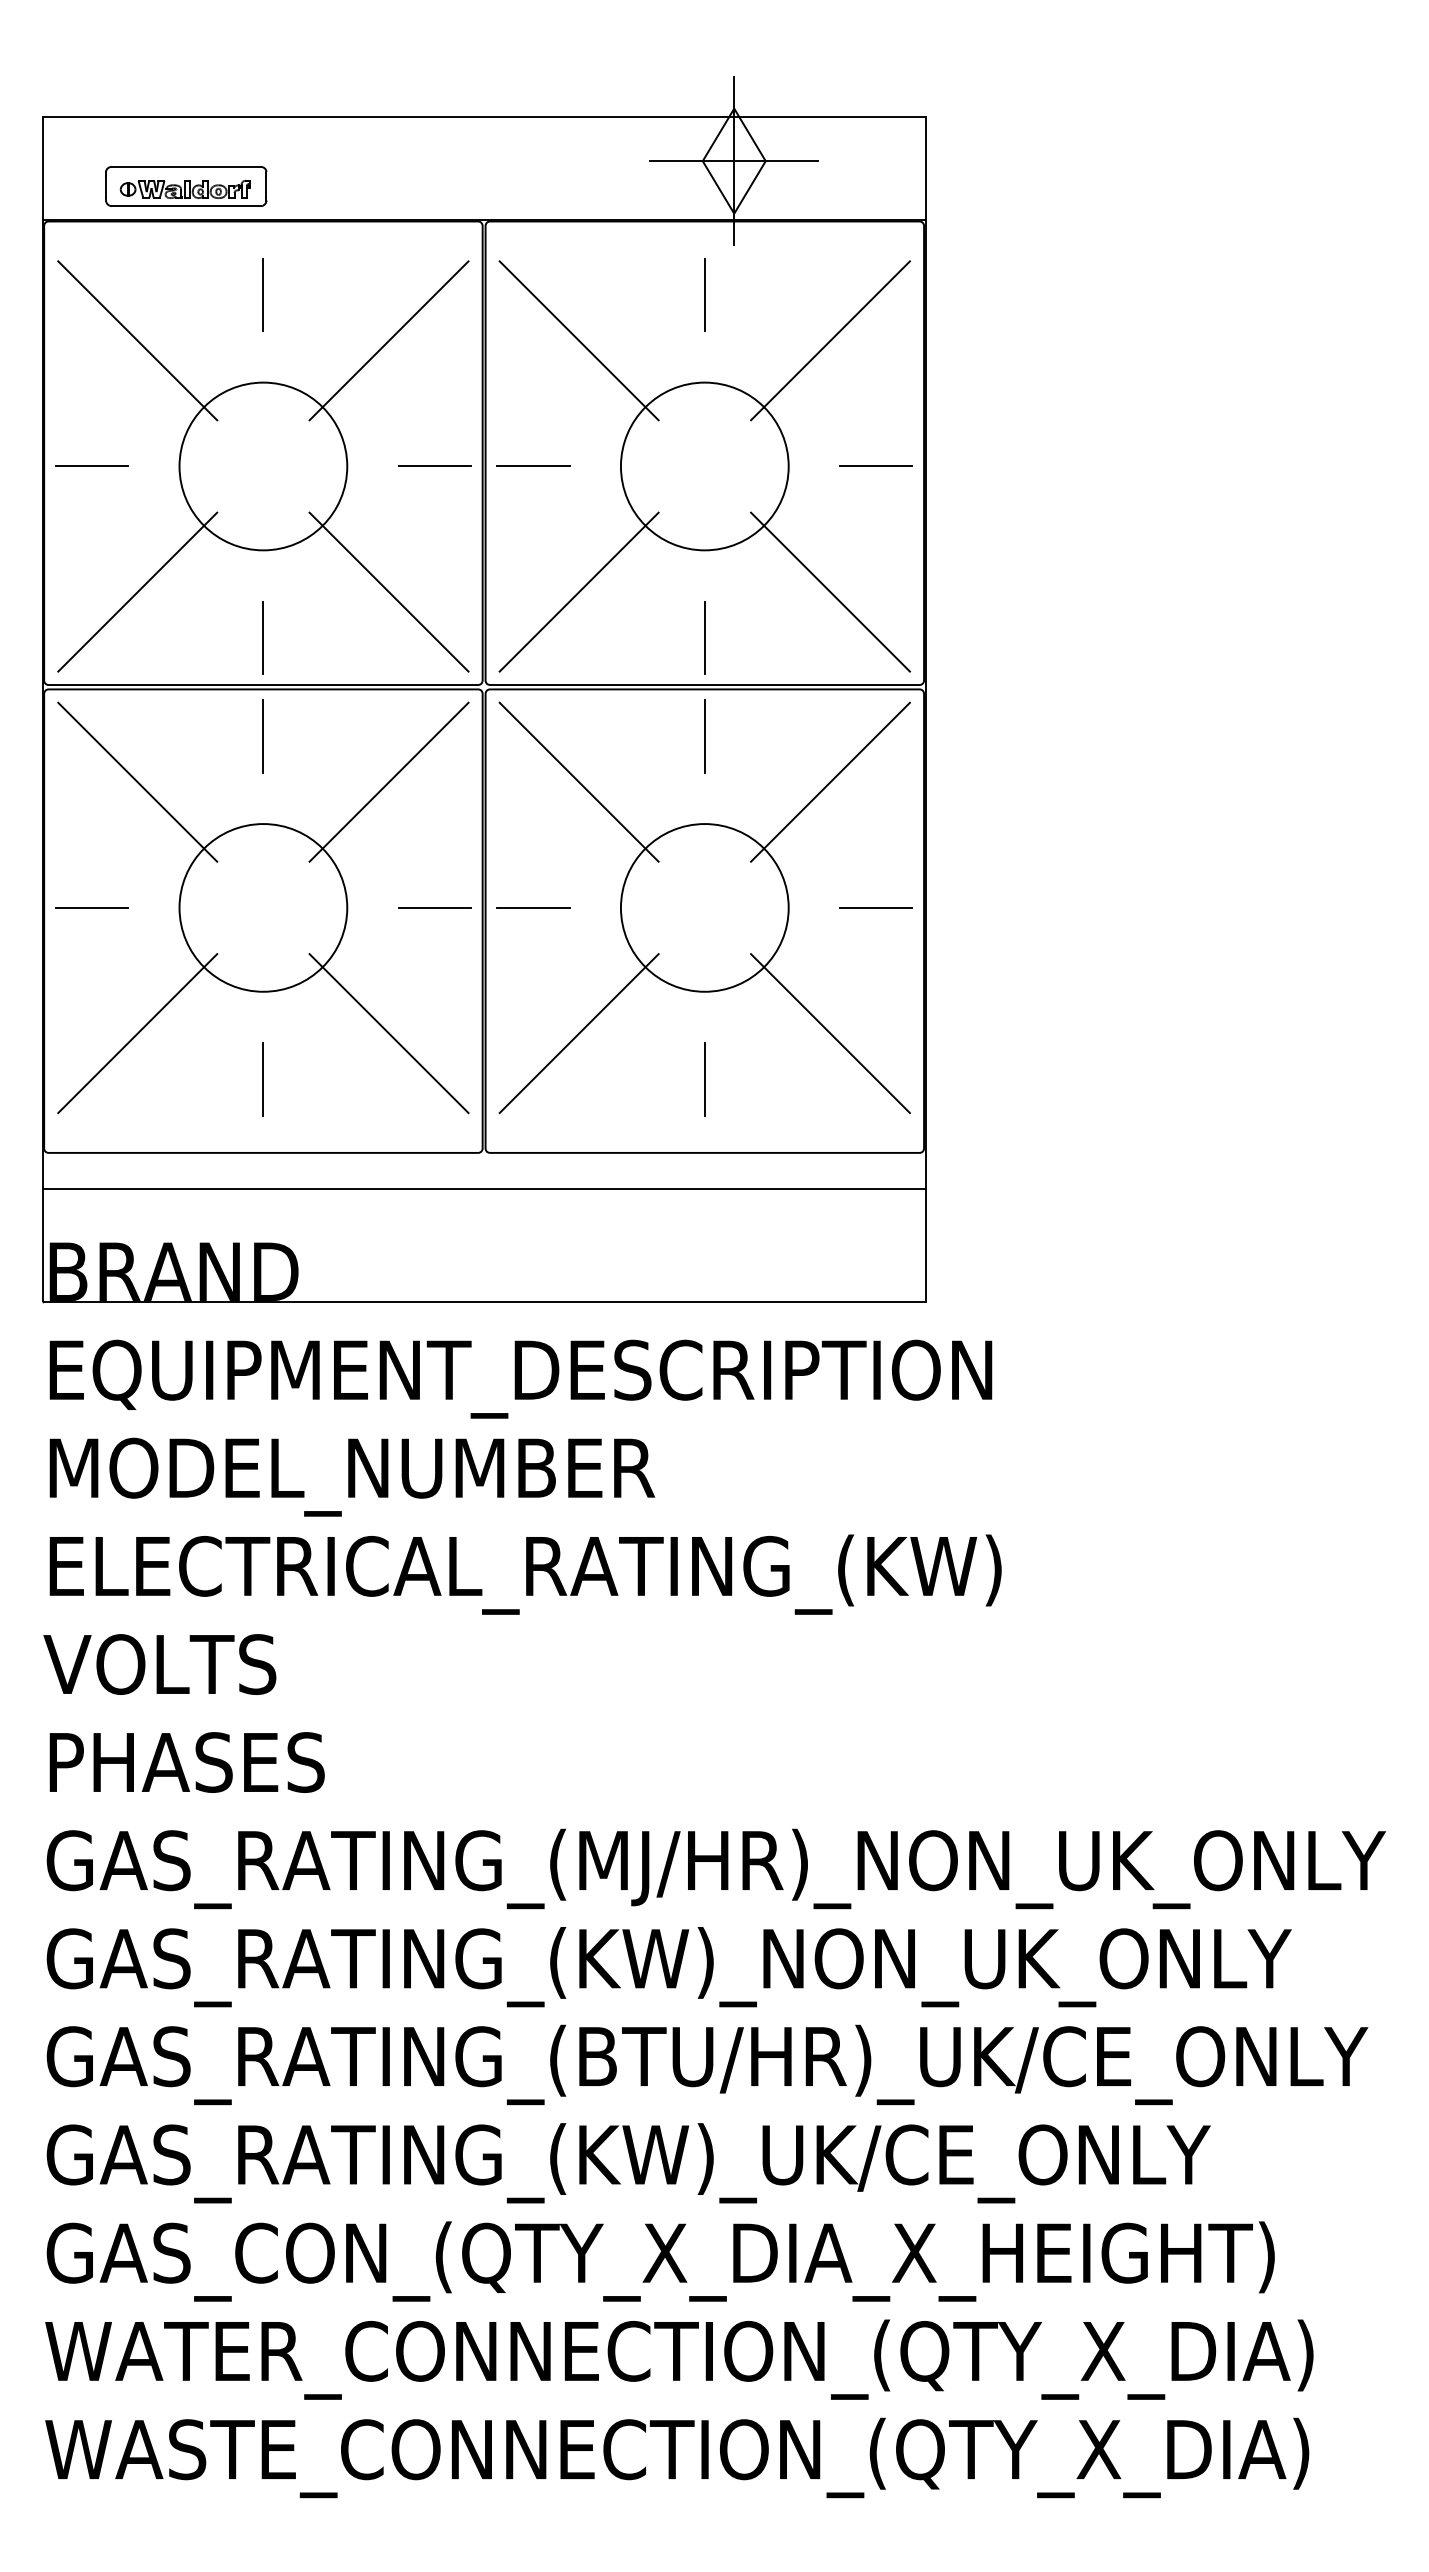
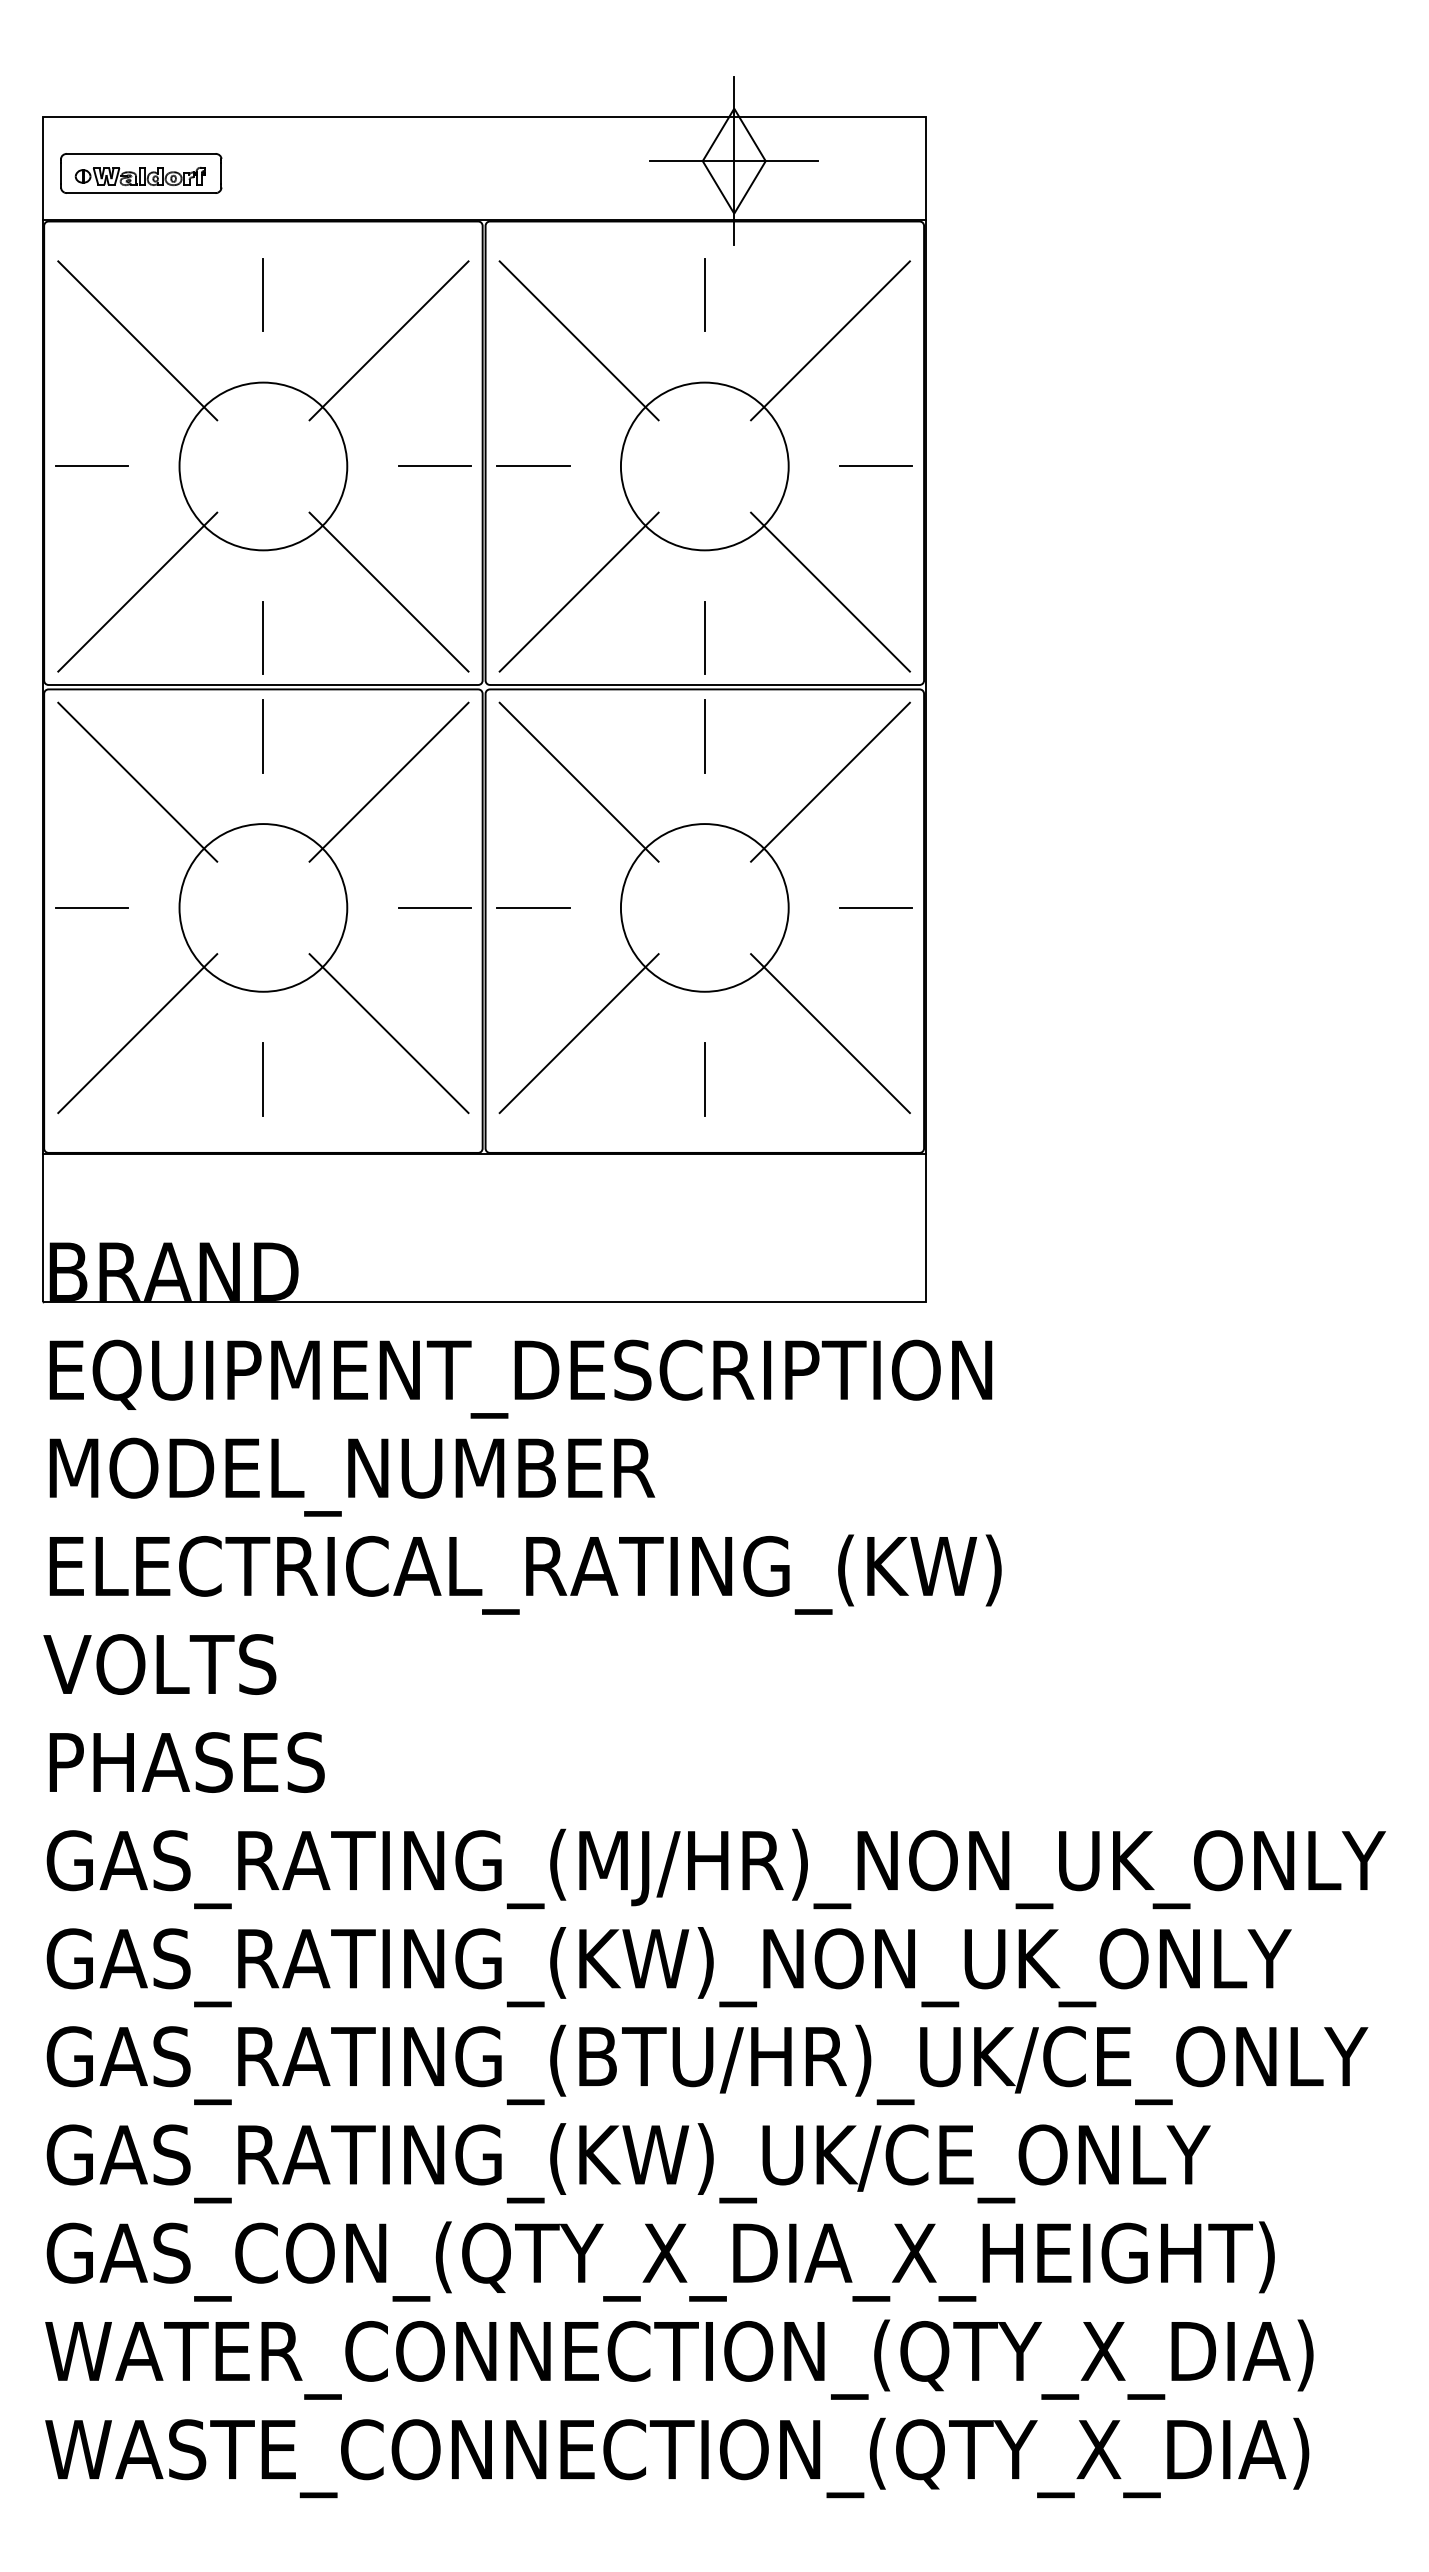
part at (186, 186) position: (186, 186) -> (141, 173)
line at (483, 1189) position: (483, 1189) -> (483, 1154)
